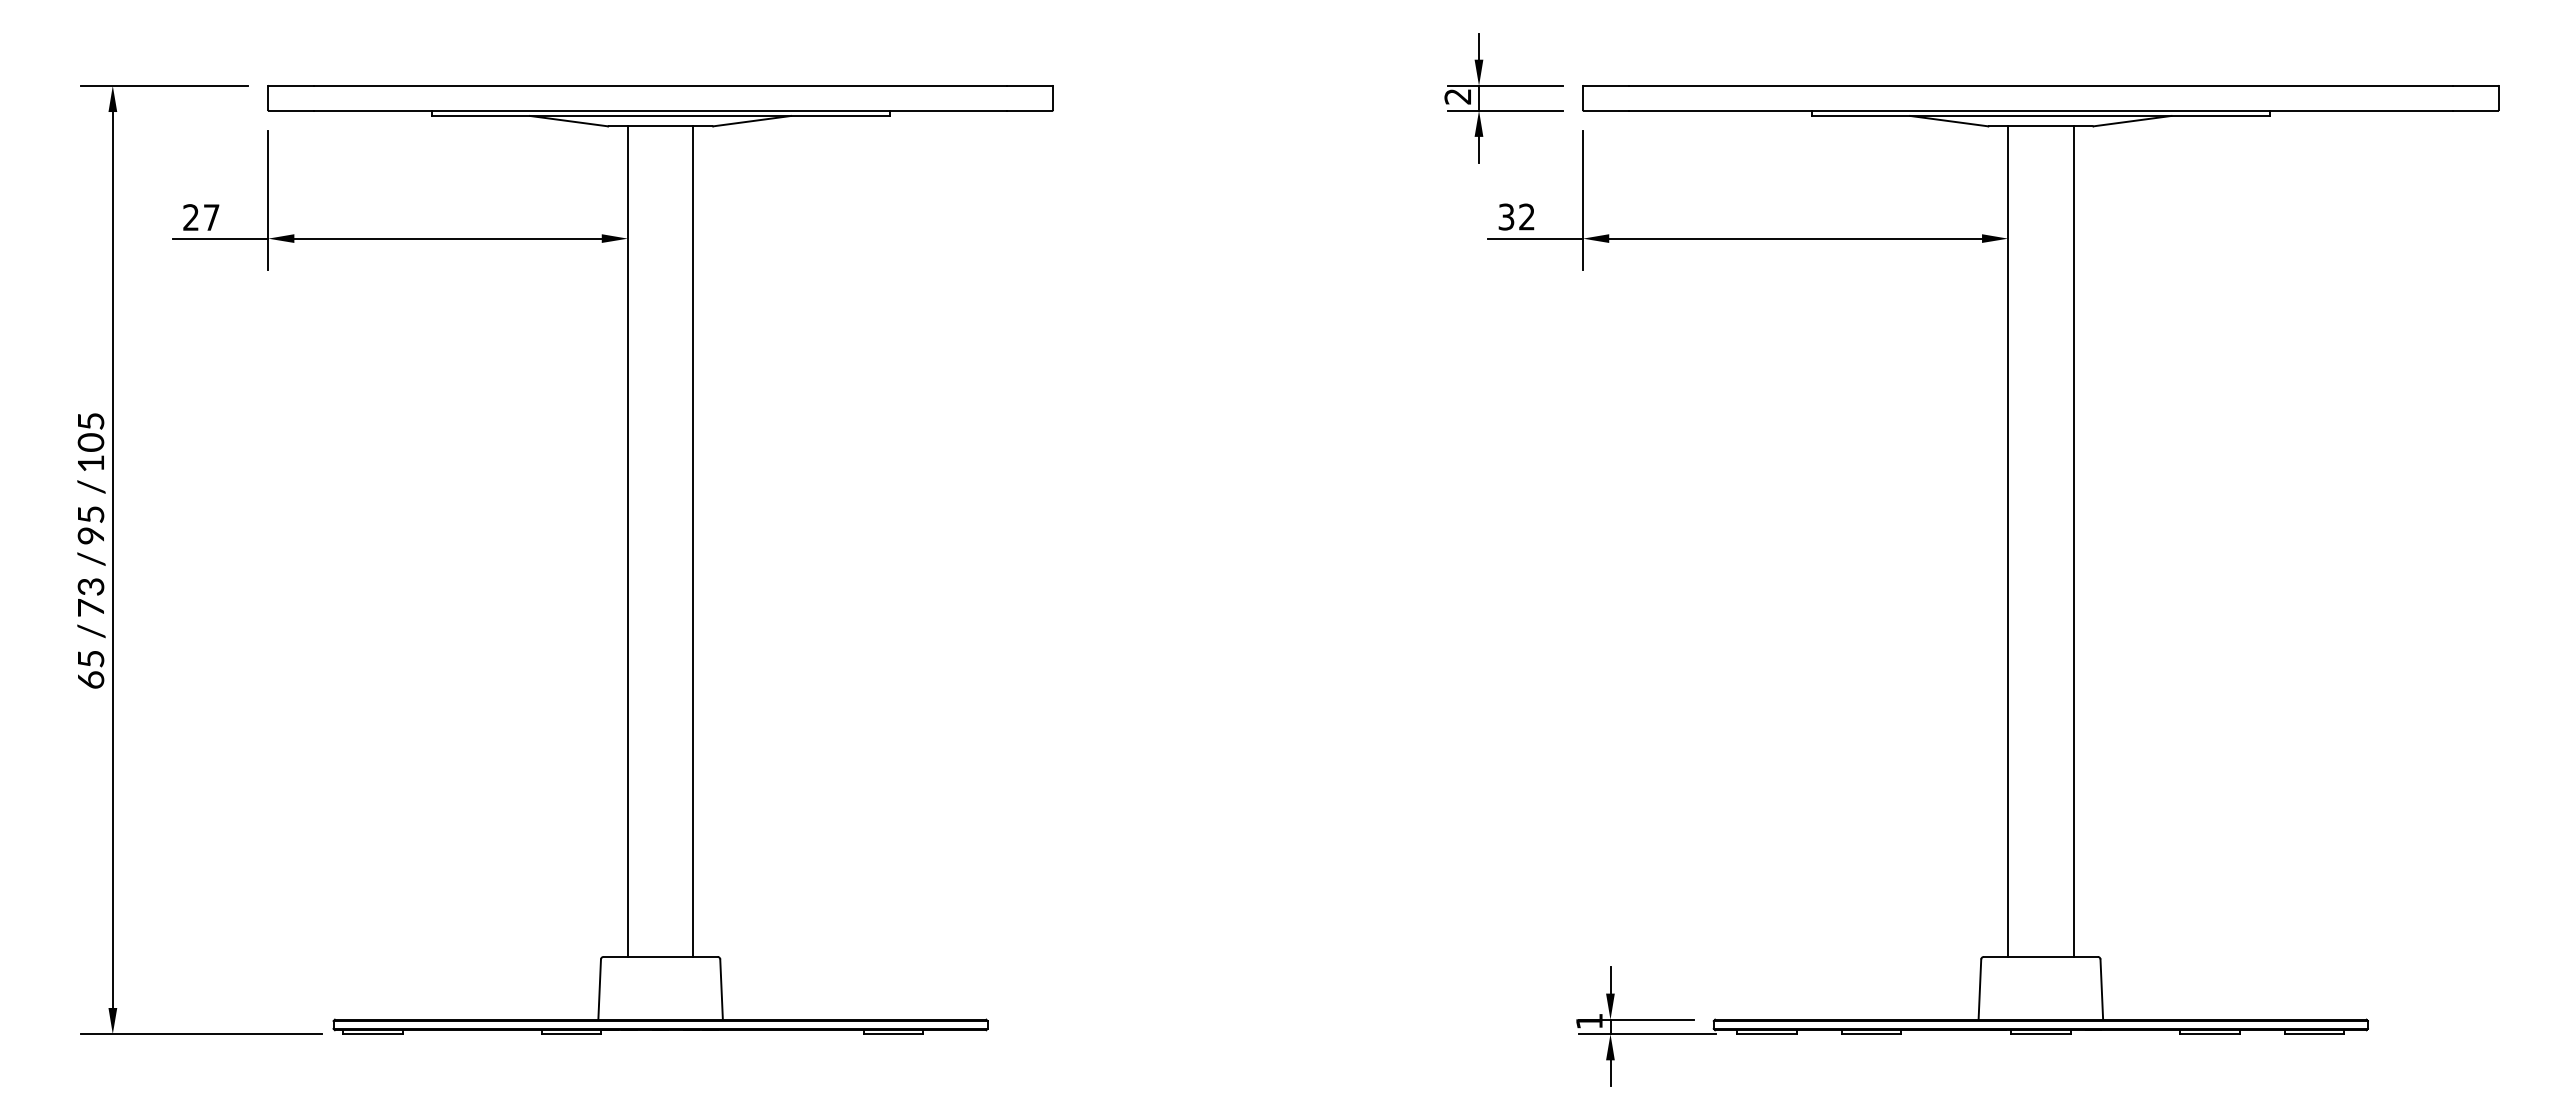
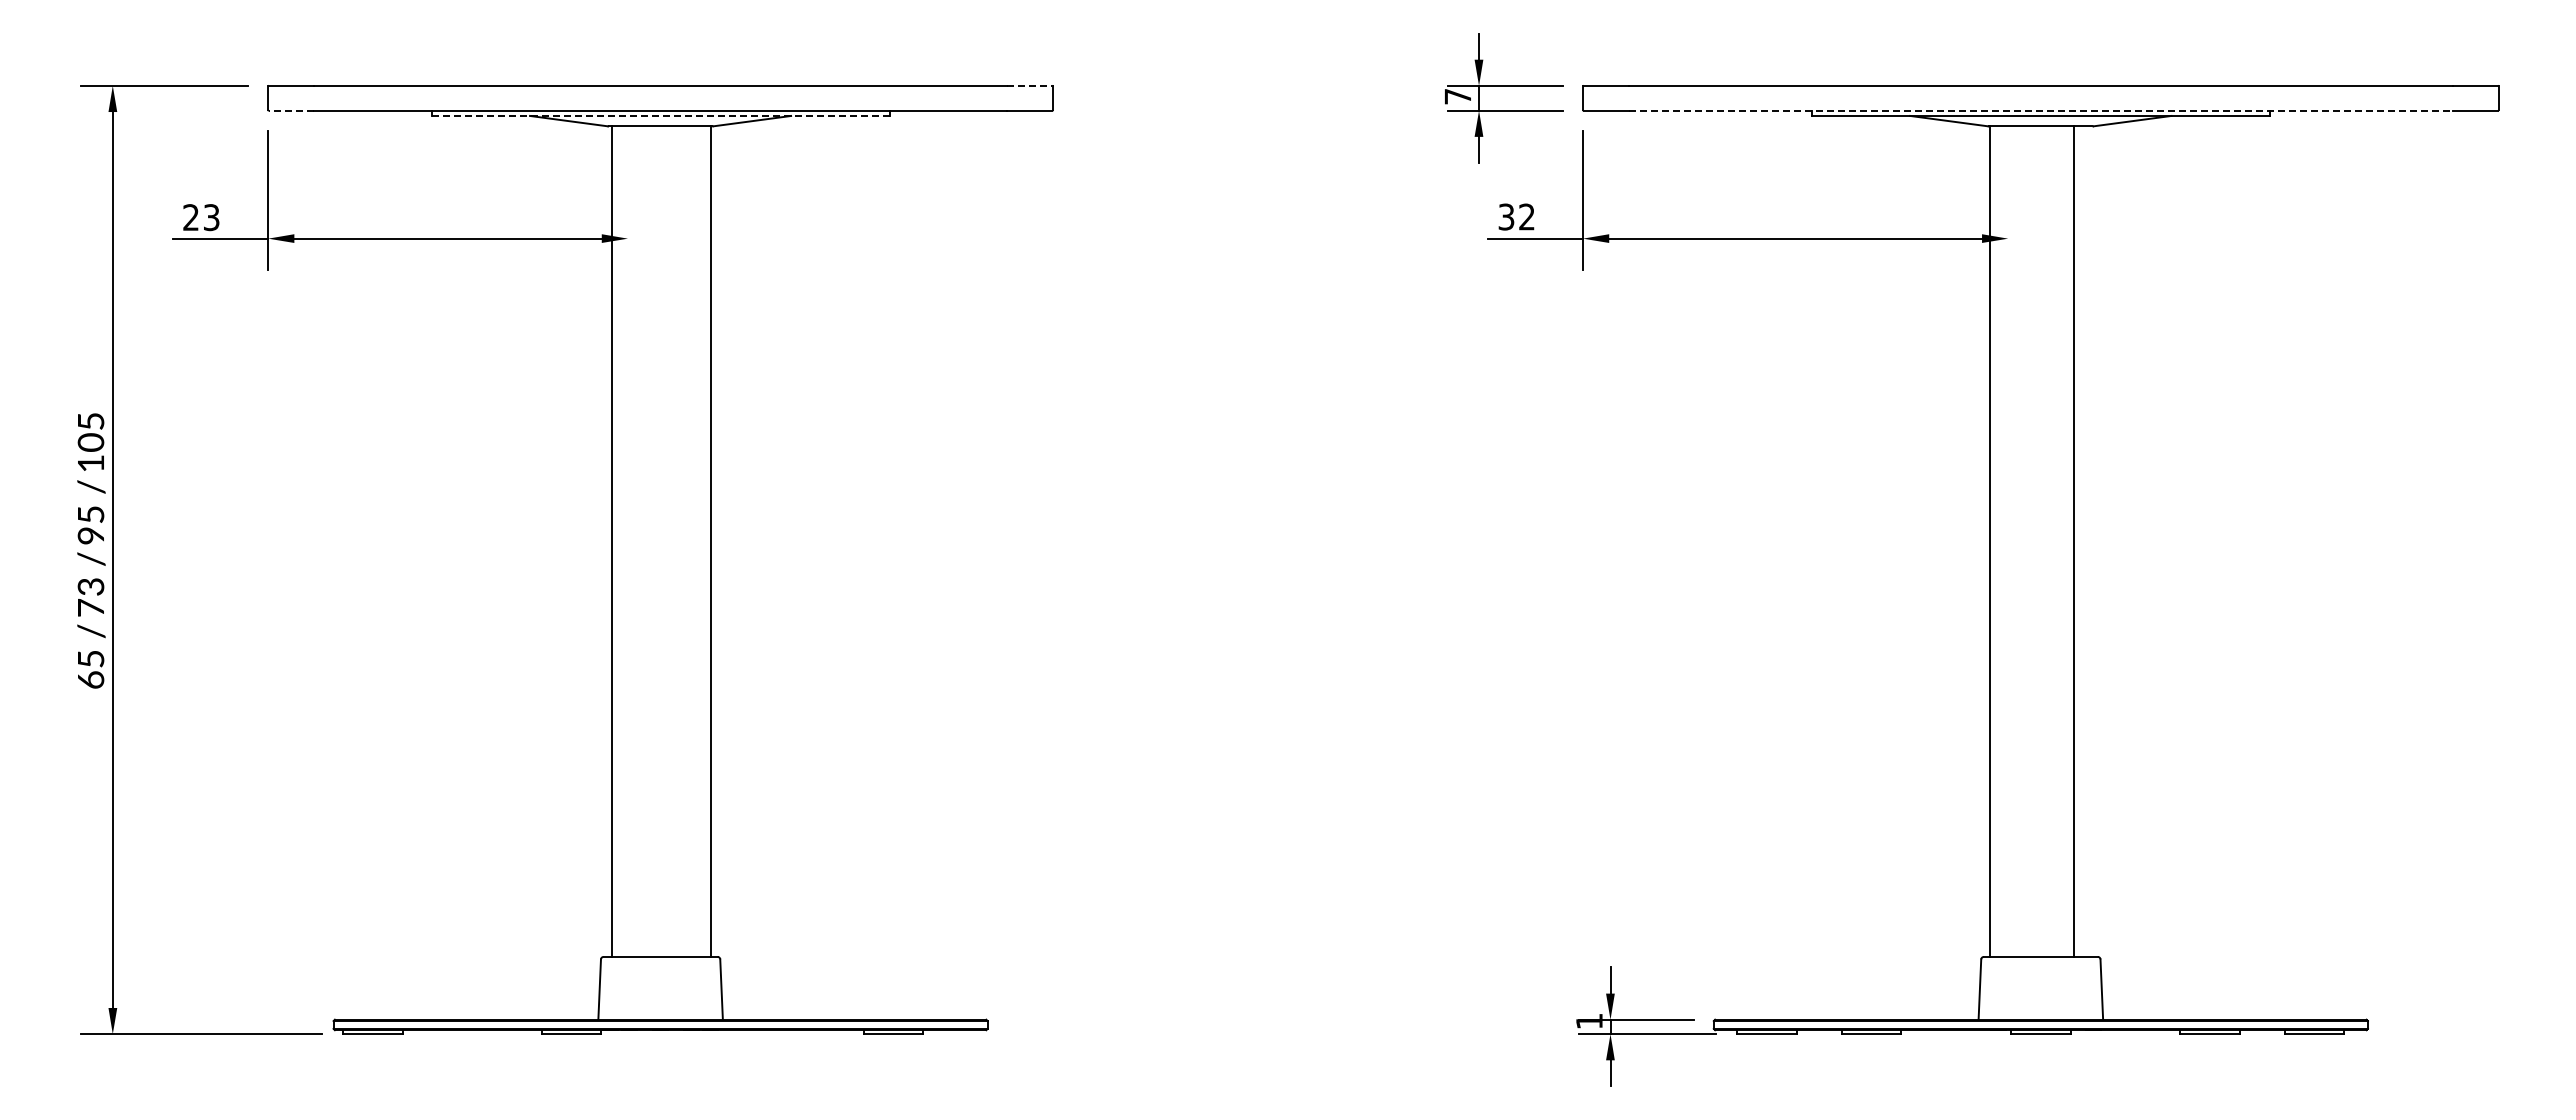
line at (1029, 85): solid -> dashed
text at (1457, 96): 2 -> 7
line at (291, 110): solid -> dashed
line at (2041, 110): solid -> dashed
line at (660, 115): solid -> dashed
text at (211, 217): 27 -> 23
line at (627, 541) position: (627, 541) -> (611, 541)
line at (693, 541) position: (693, 541) -> (711, 541)
line at (2008, 541) position: (2008, 541) -> (1990, 541)
